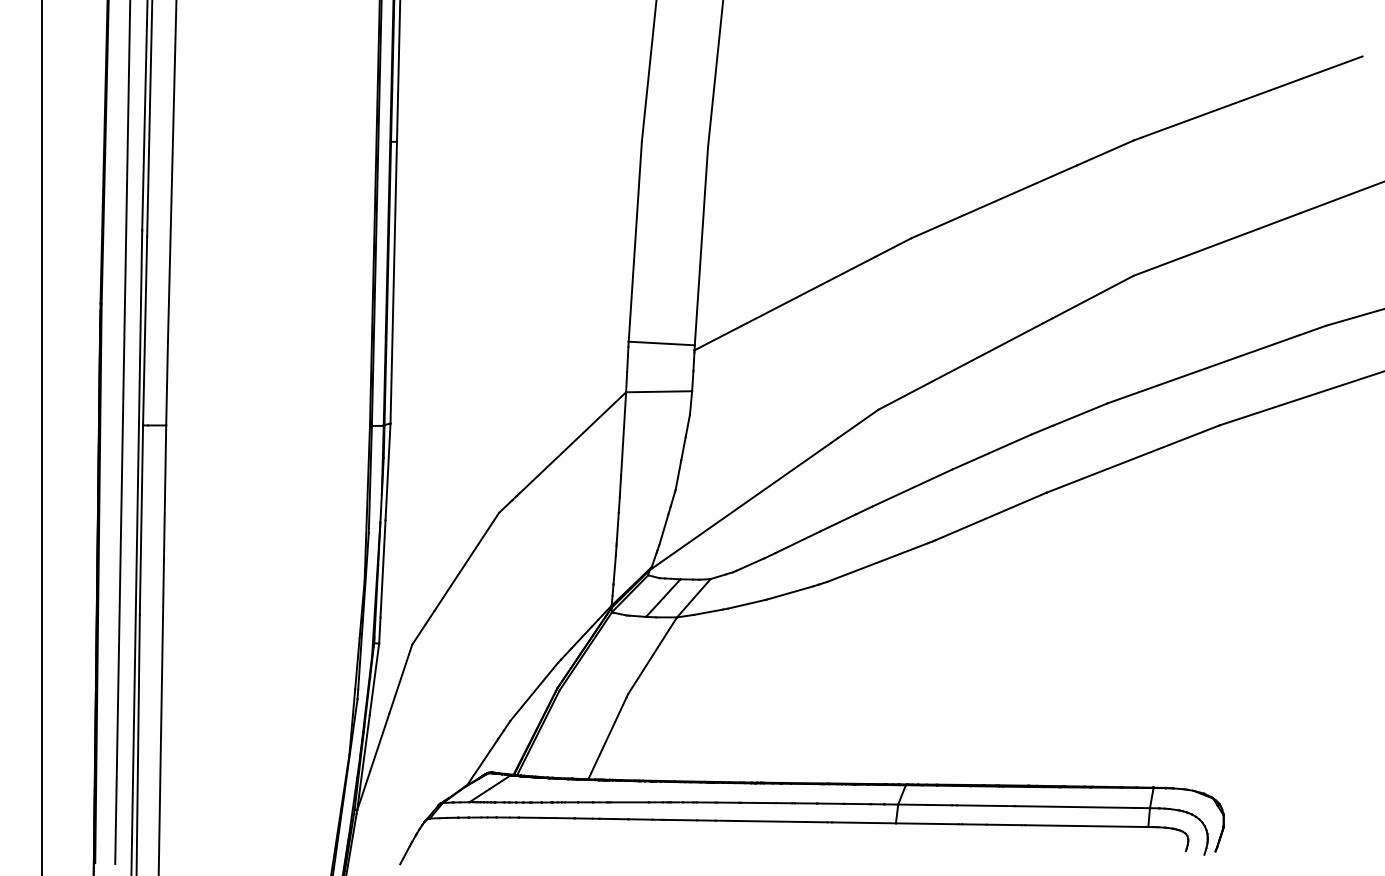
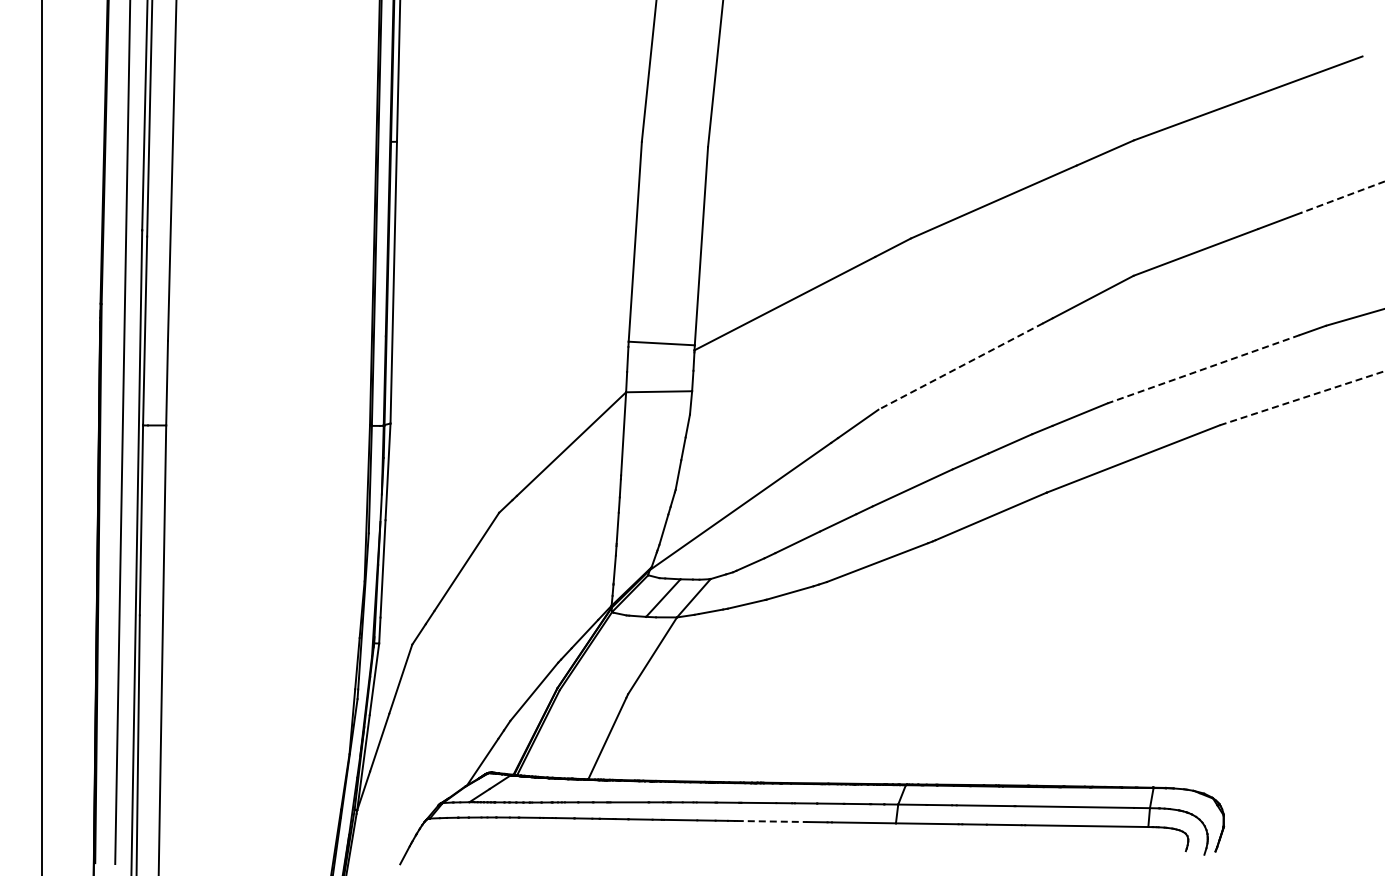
line at (1342, 197): solid -> dashed
line at (960, 366): solid -> dashed
line at (1203, 369): solid -> dashed
line at (1302, 398): solid -> dashed
line at (772, 821): solid -> dashed
